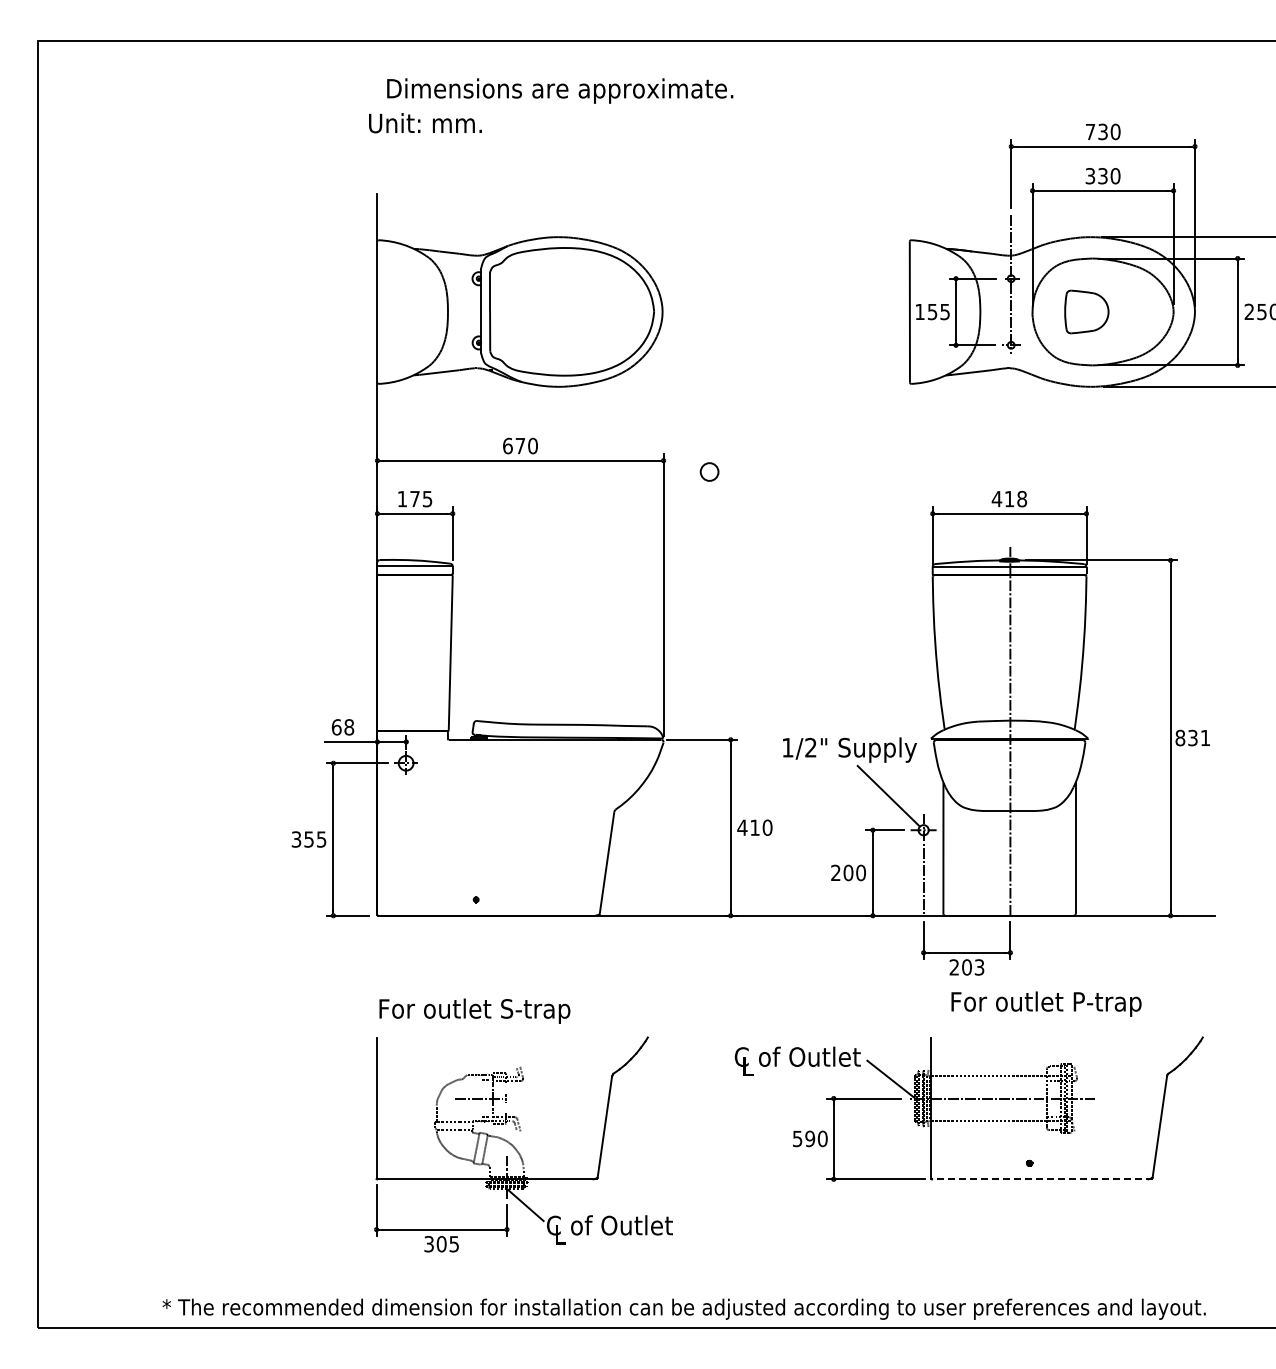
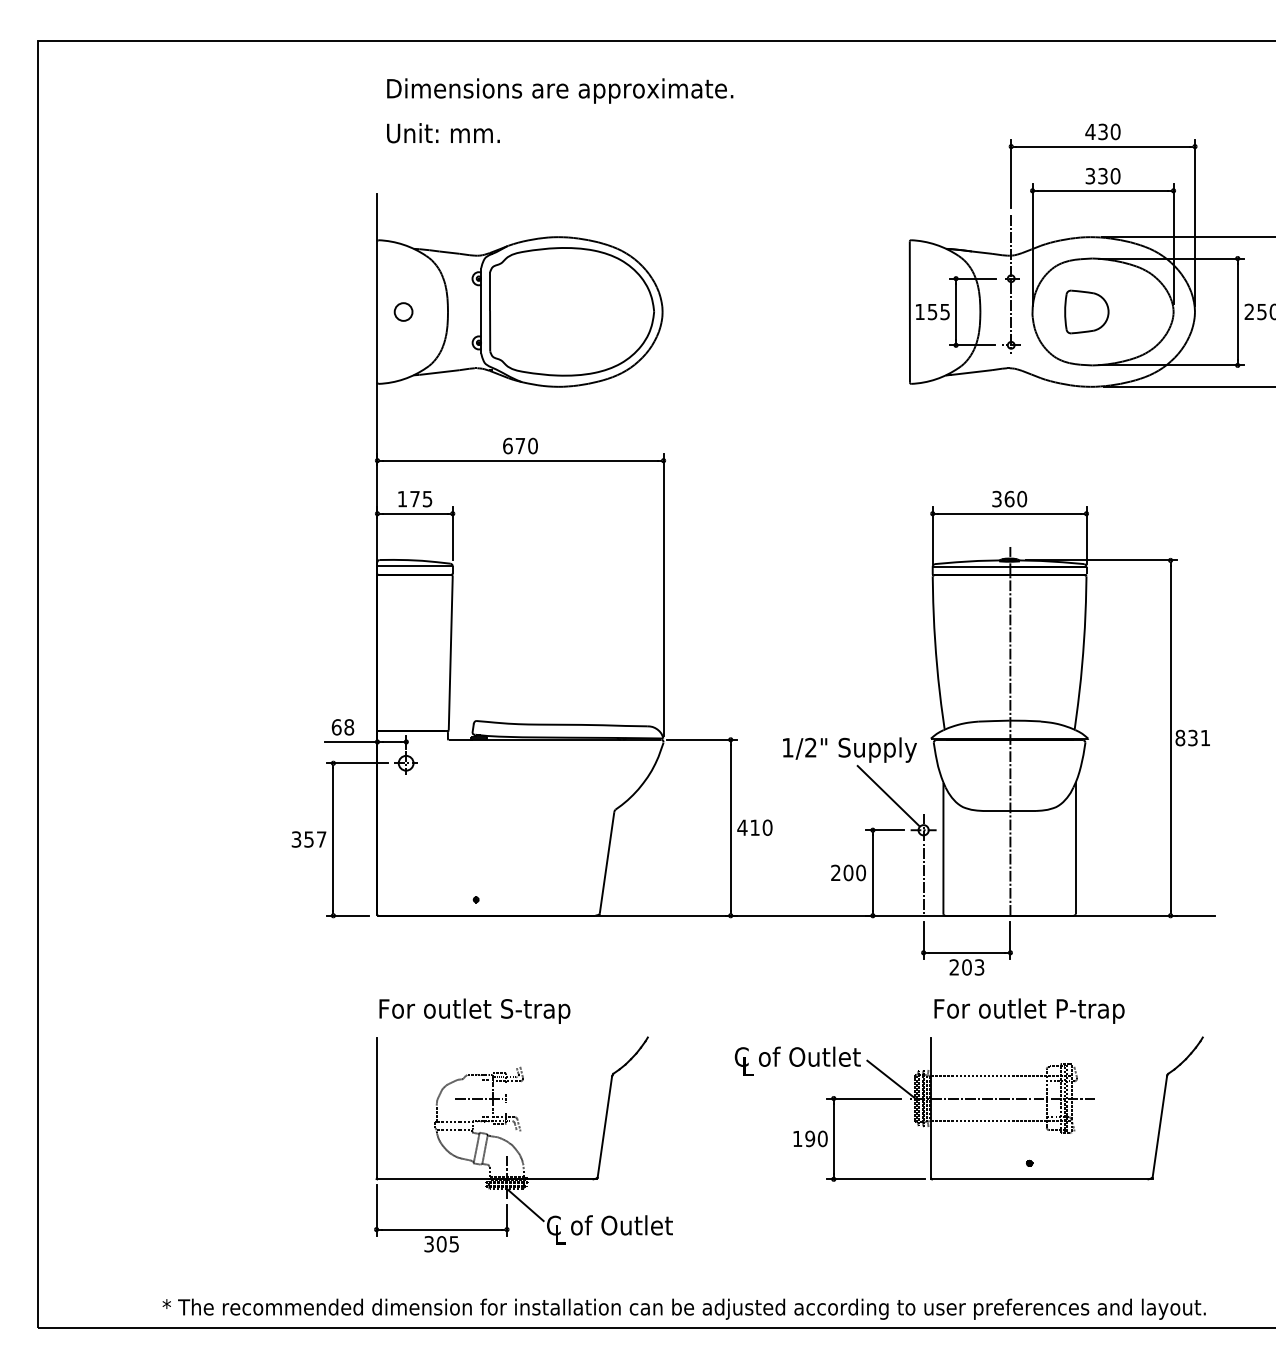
text at (425, 123) position: (425, 123) -> (443, 133)
text at (1090, 131): 730 -> 430
circle at (709, 471) position: (709, 471) -> (403, 311)
text at (1009, 498): 418 -> 360
text at (321, 839): 355 -> 357
text at (1046, 1003) position: (1046, 1003) -> (1029, 1010)
text at (797, 1139): 590 -> 190
line at (1041, 1179): dashed -> solid
